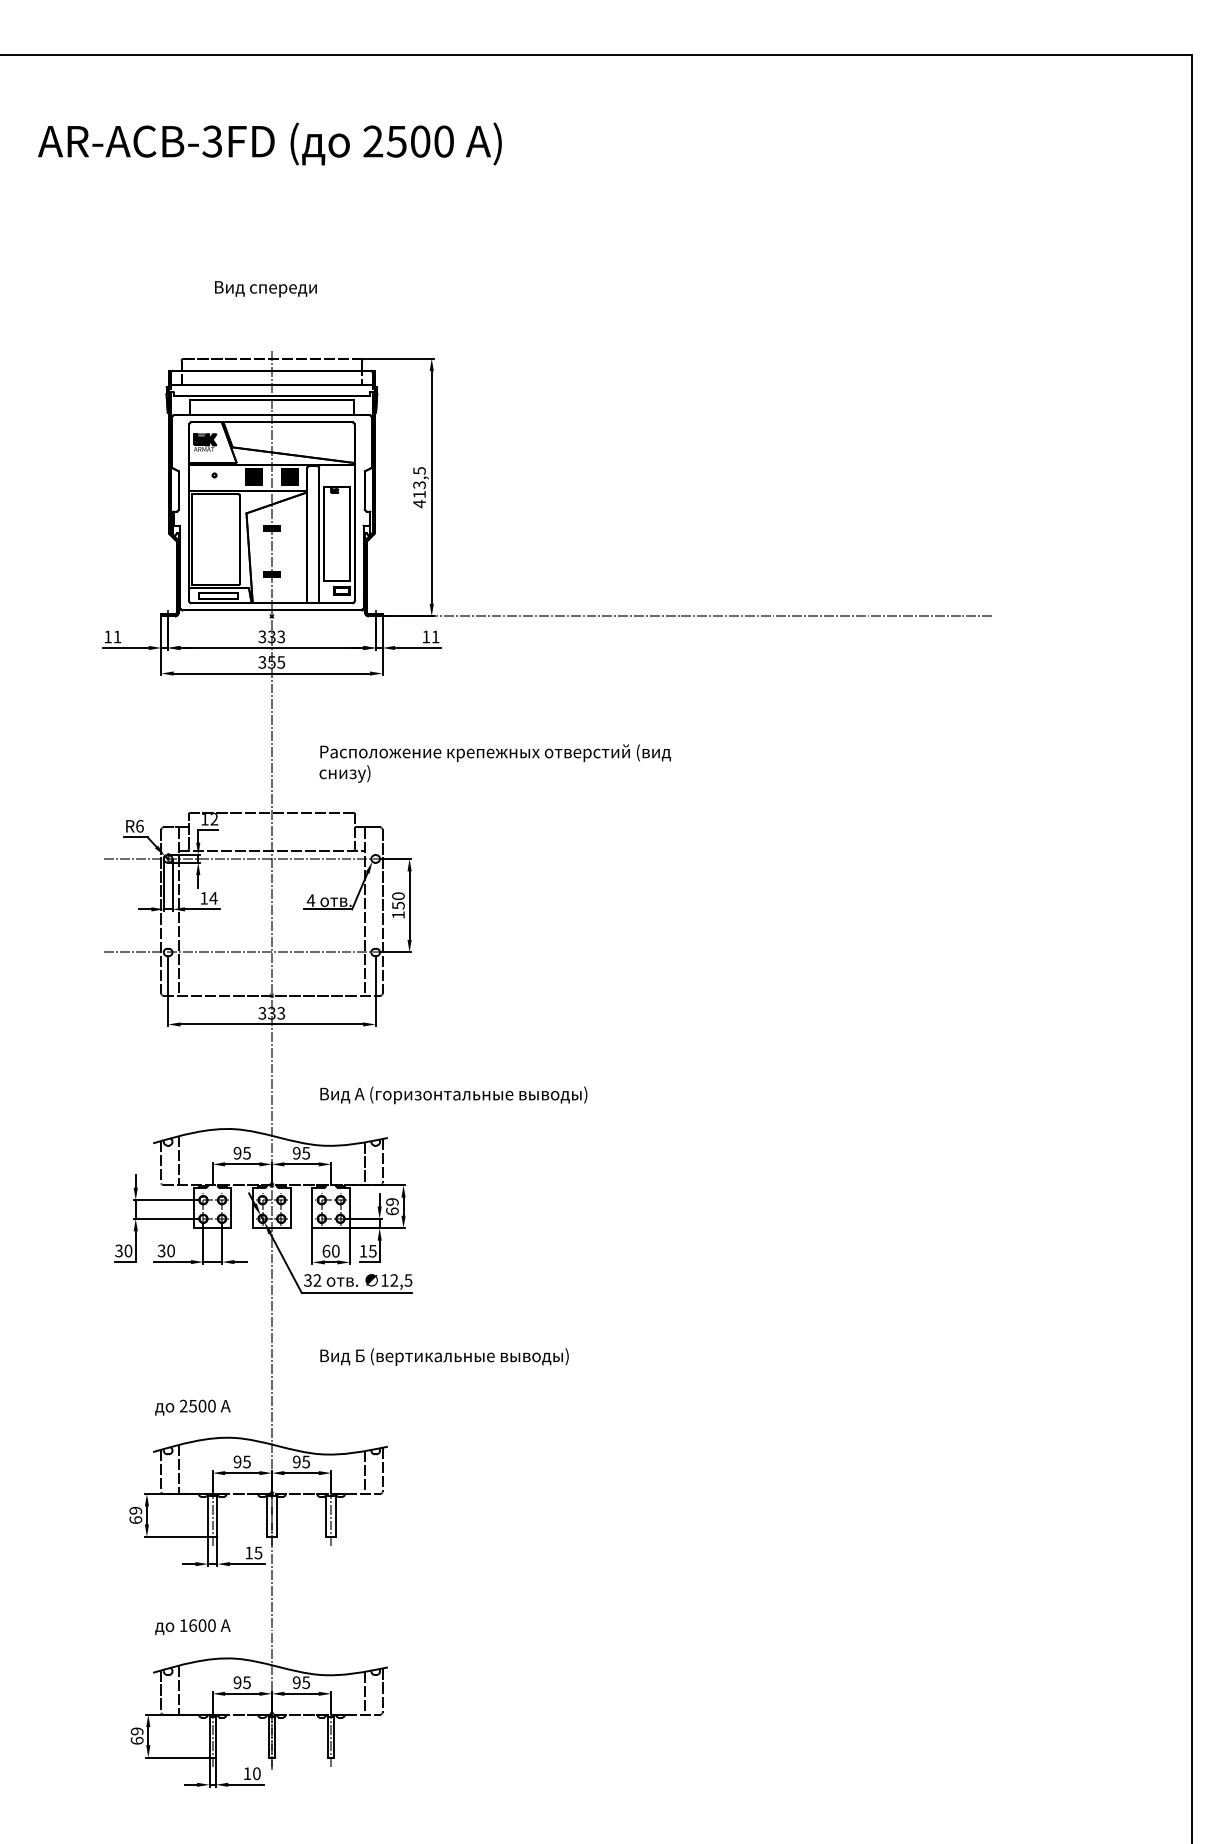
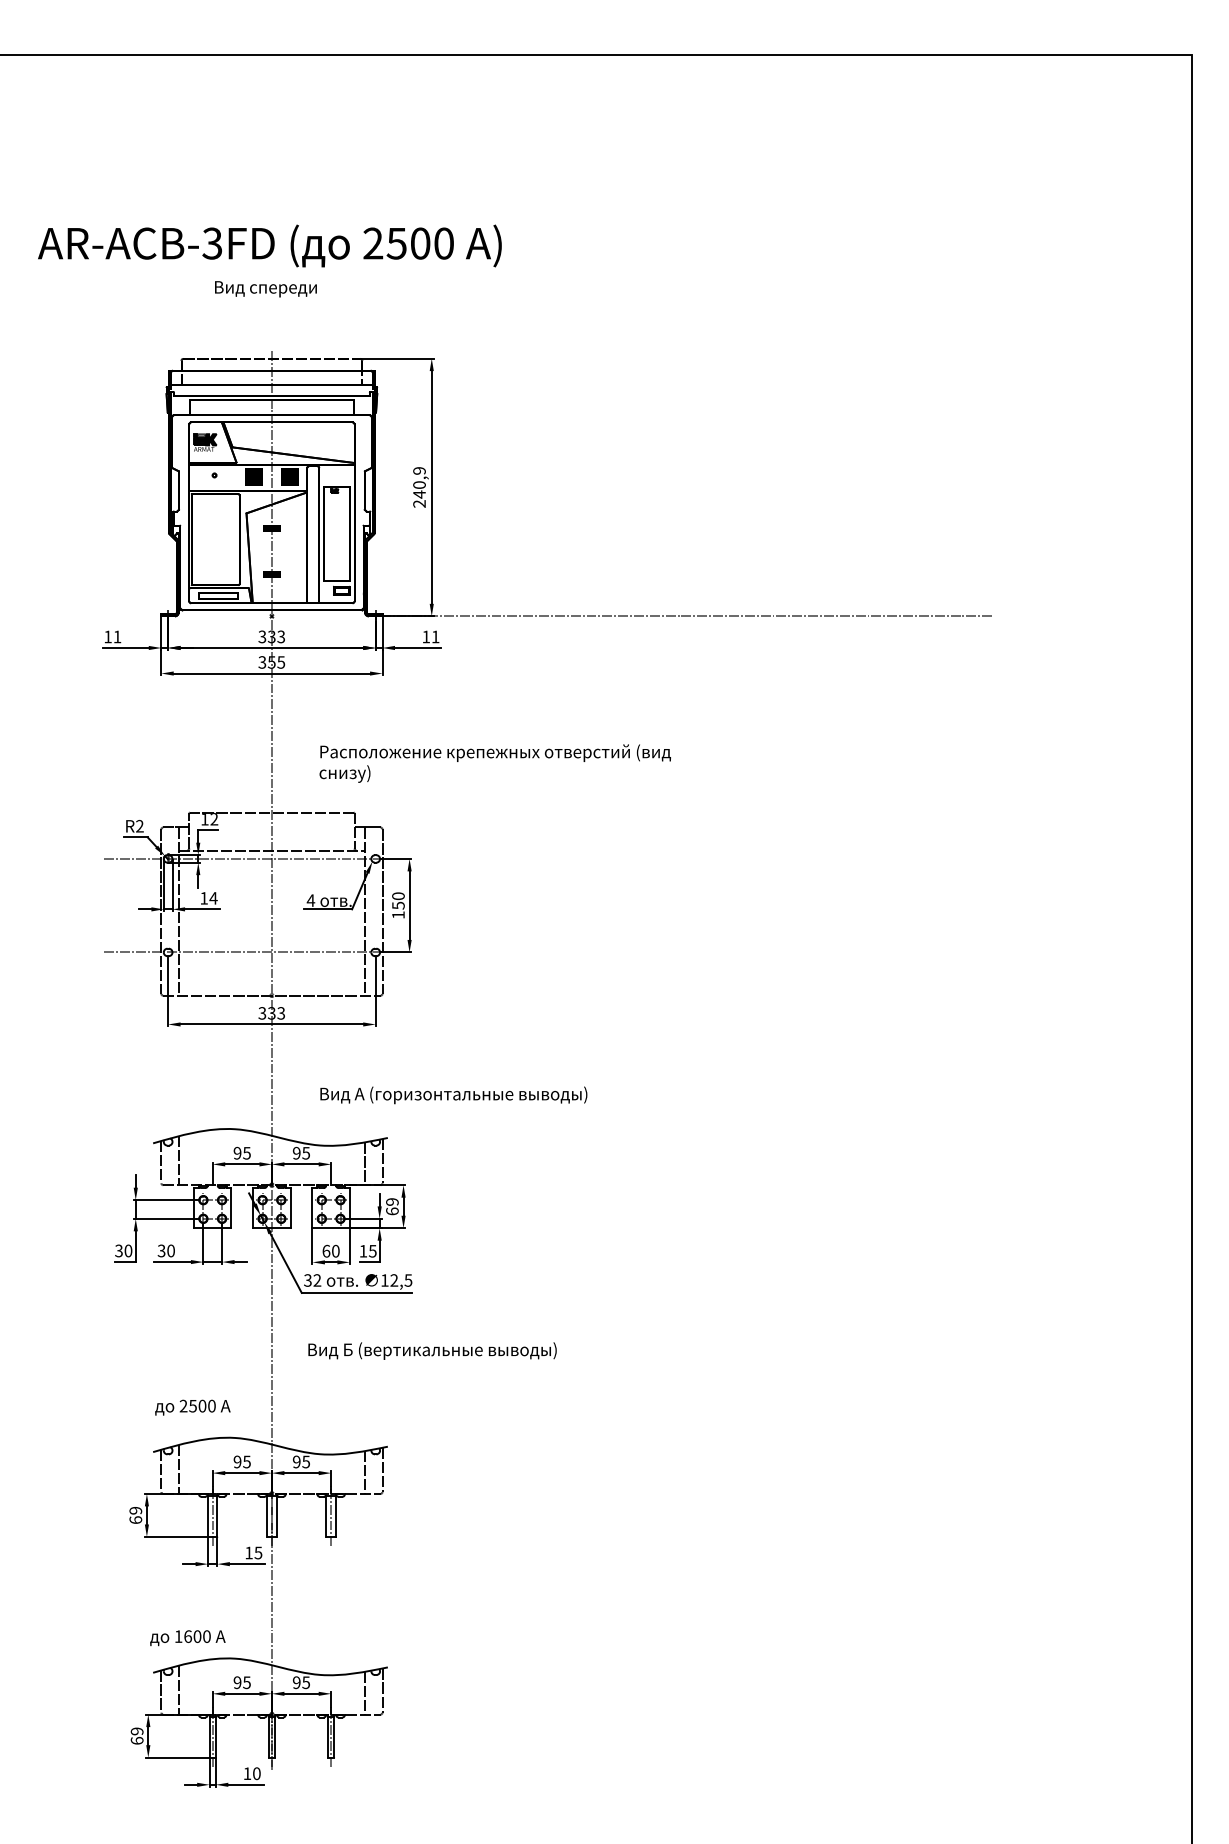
text at (269, 143) position: (269, 143) -> (269, 245)
text at (419, 487): 413,5 -> 240,9
text at (139, 826): R6 -> R2
text at (444, 1356) position: (444, 1356) -> (432, 1350)
text at (192, 1627) position: (192, 1627) -> (187, 1638)
